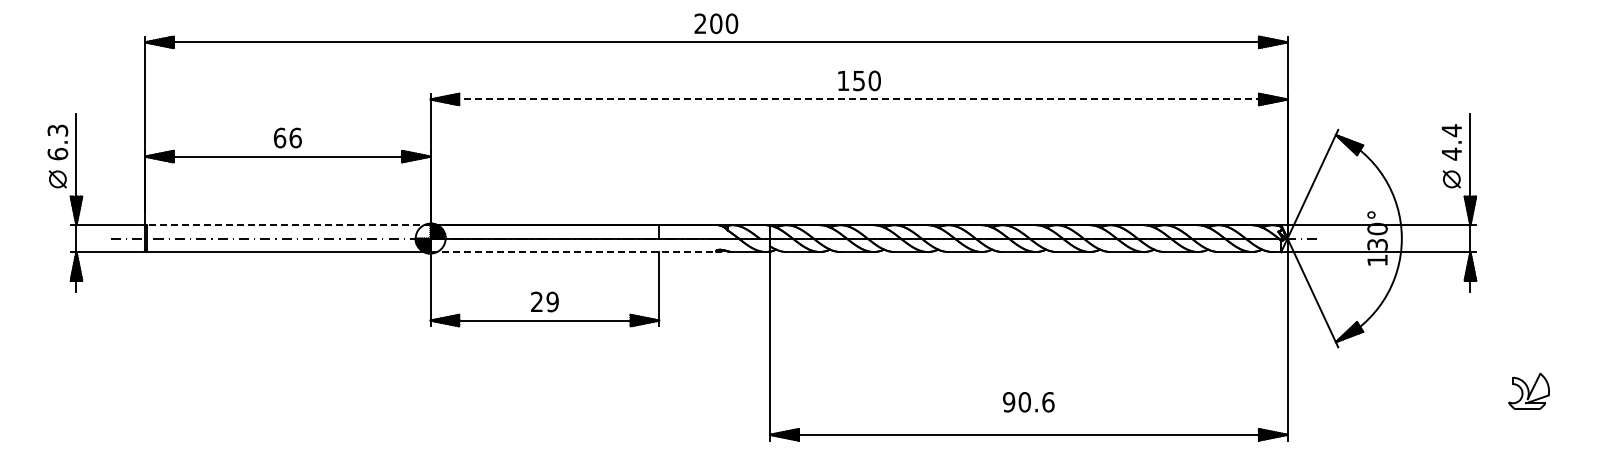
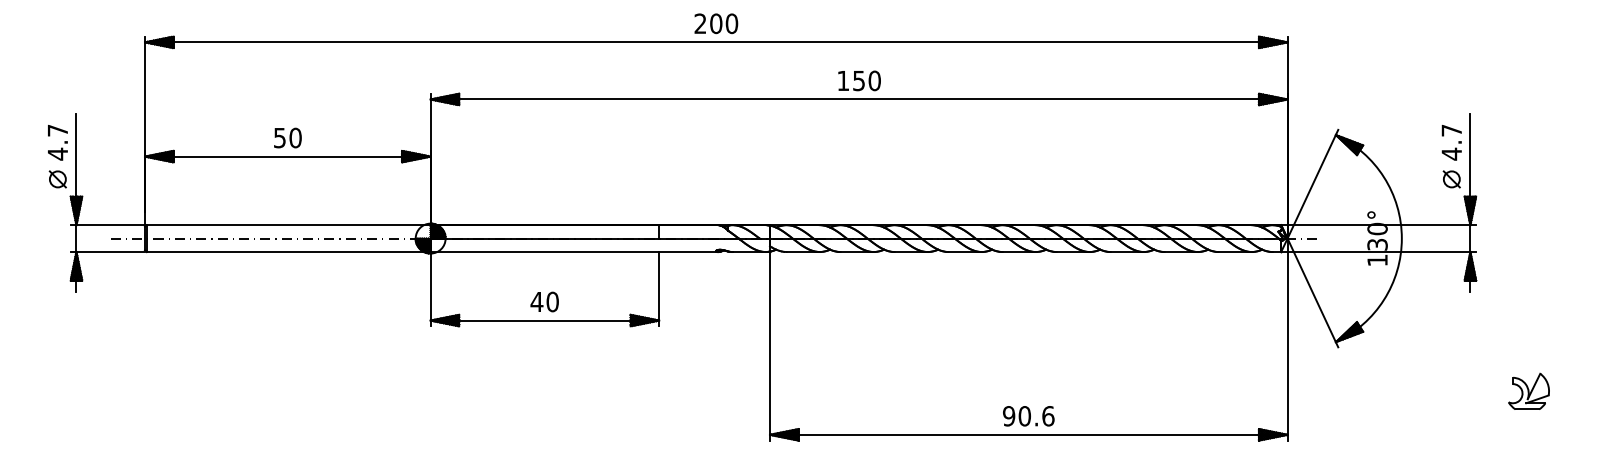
line at (859, 99): dashed -> solid
text at (1451, 130): 4.4 -> 4.7
text at (287, 137): 66 -> 50
text at (57, 142): 6.3 -> 4.7
line at (288, 225): dashed -> solid
line at (574, 252): dashed -> solid
text at (544, 301): 29 -> 40
text at (1028, 402) position: (1028, 402) -> (1028, 416)
